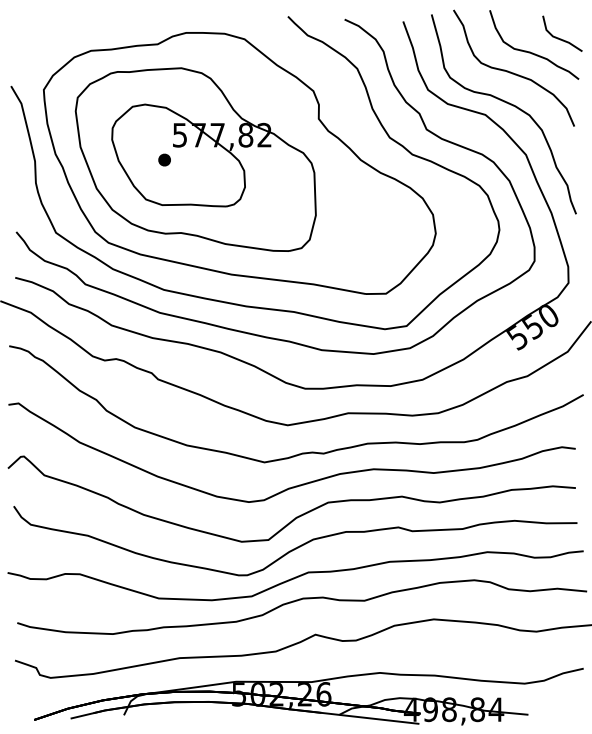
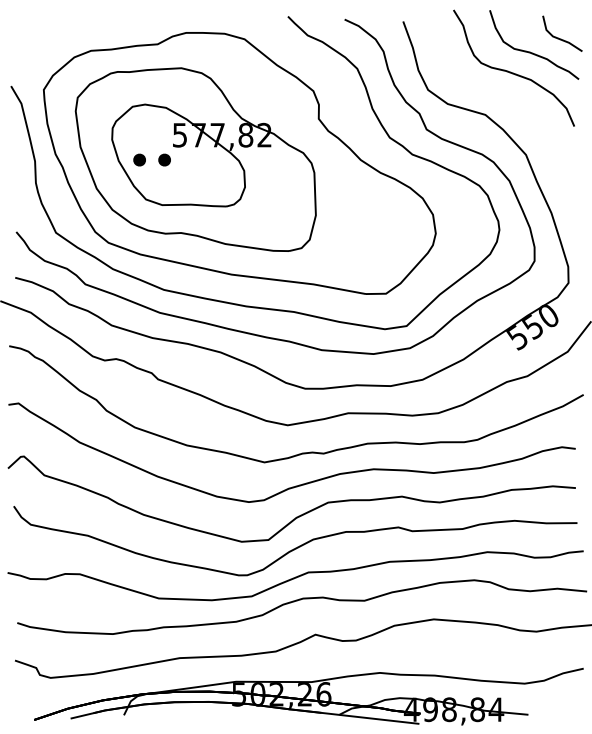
curve at (508, 104): present -> none
part at (139, 159): none -> present
